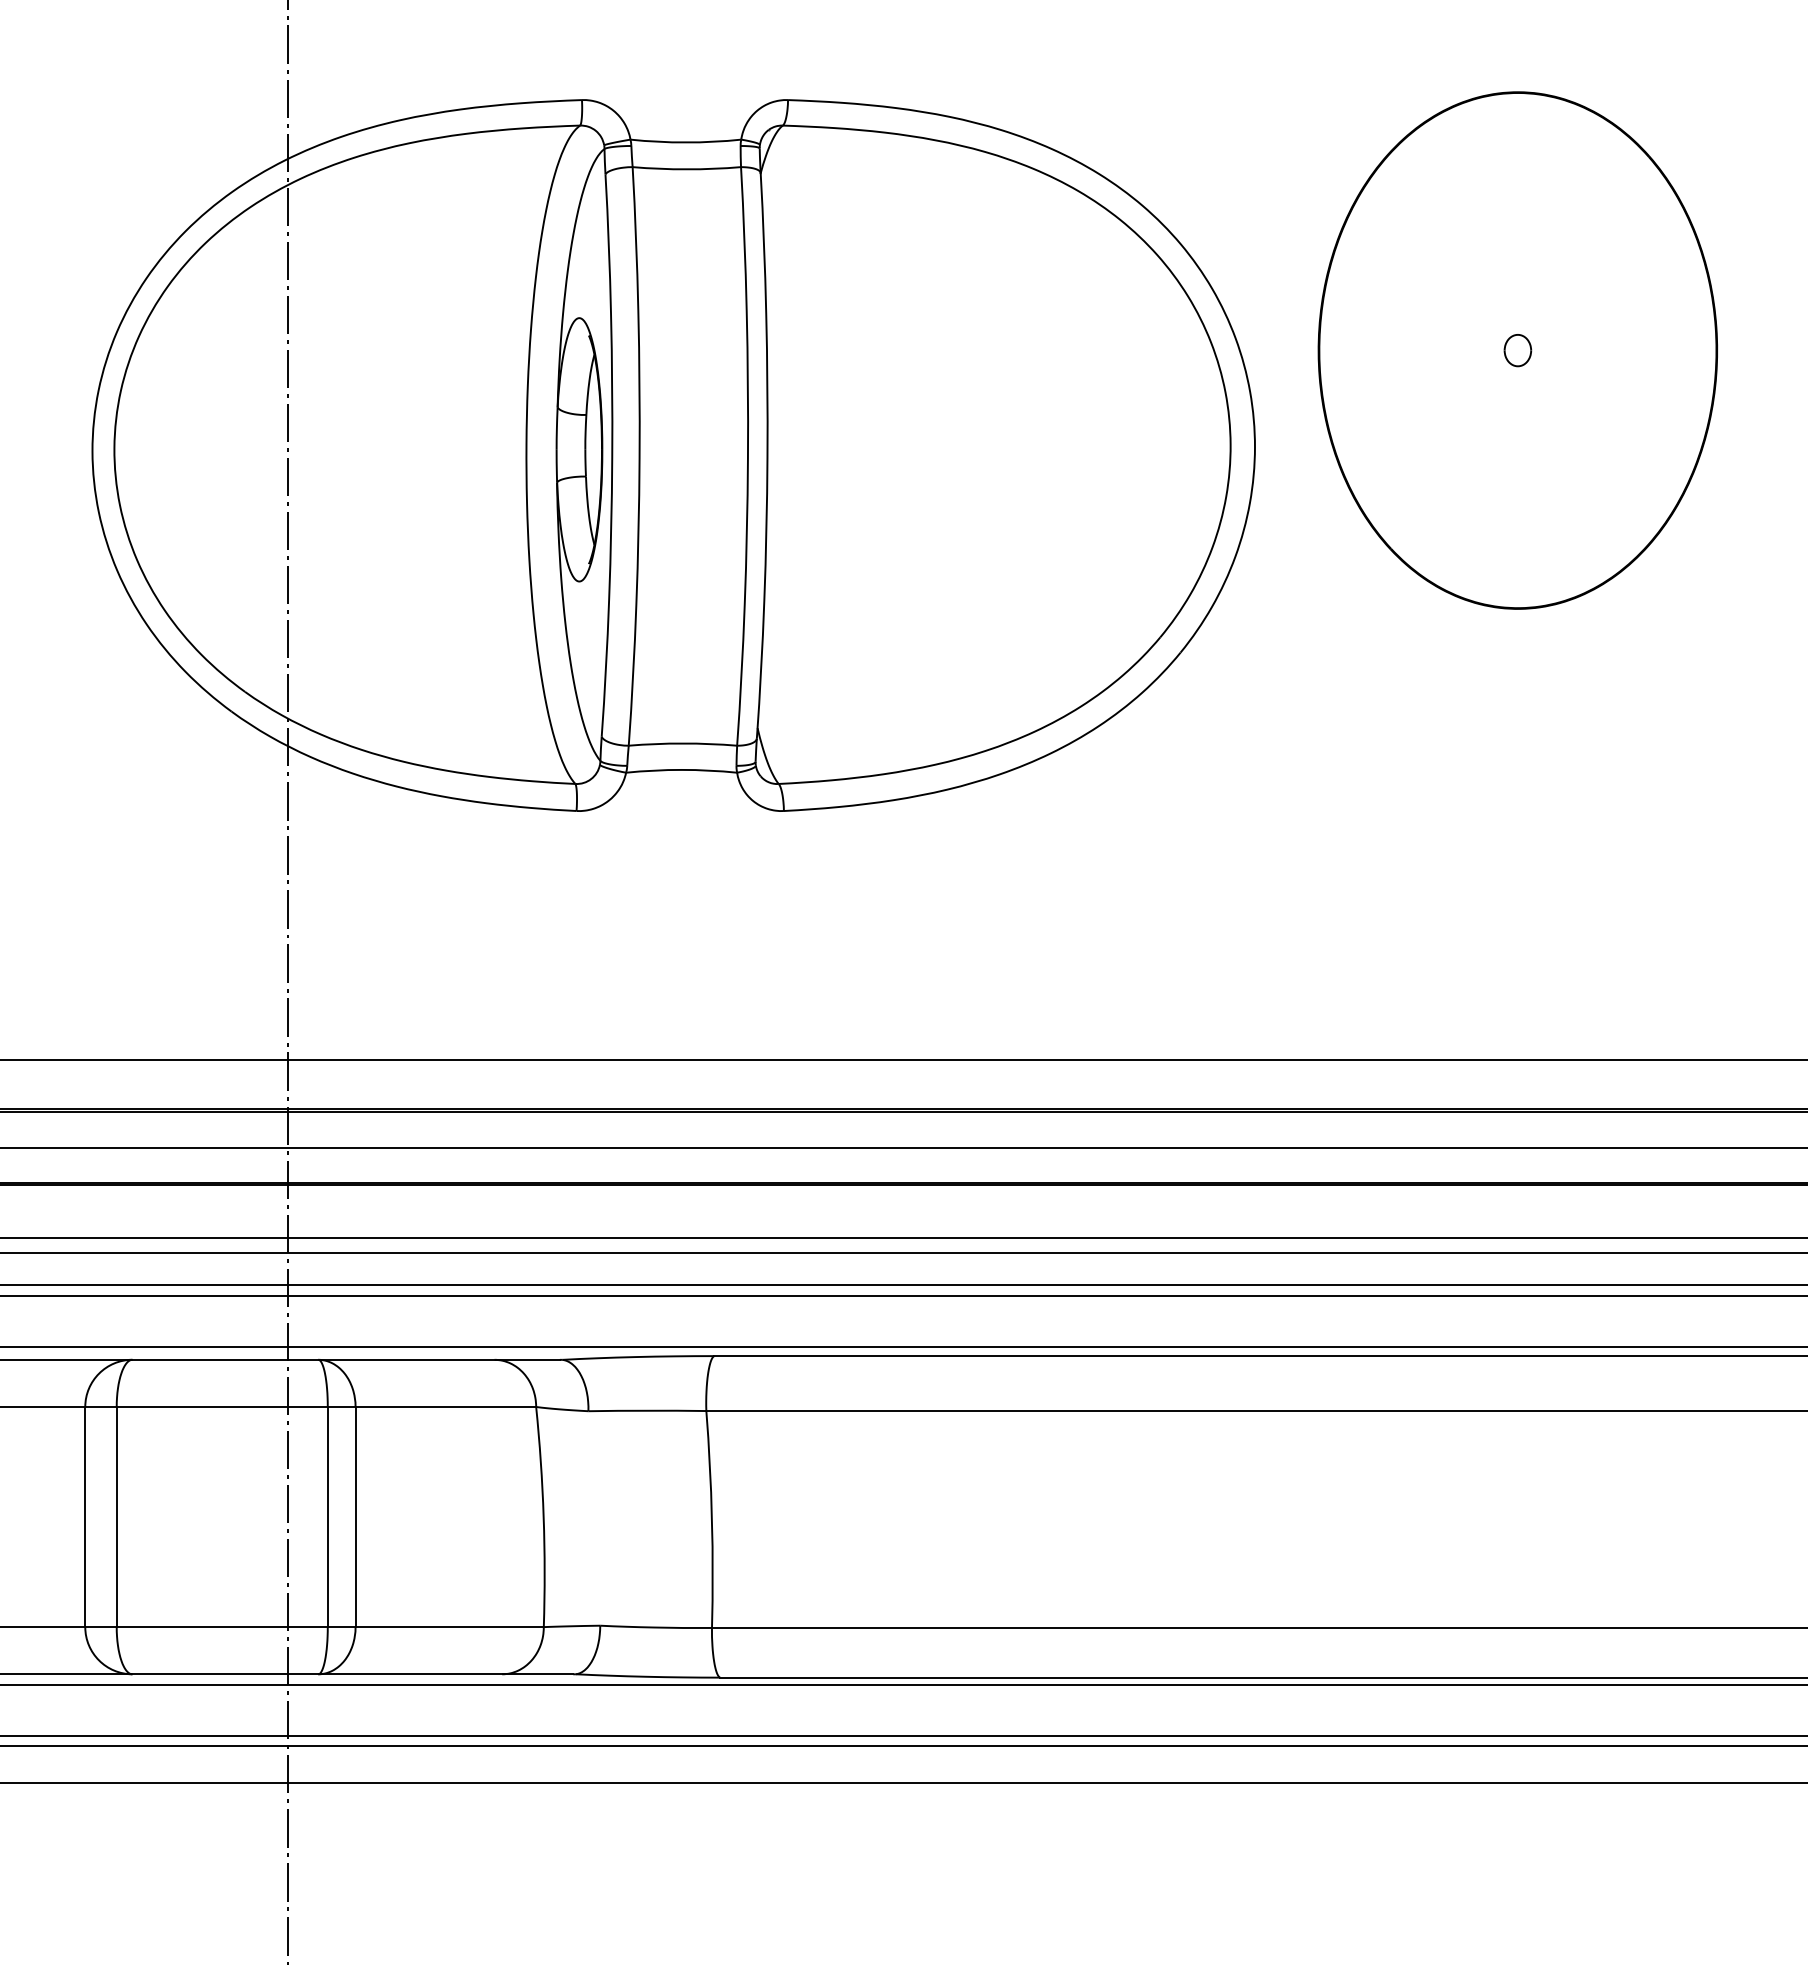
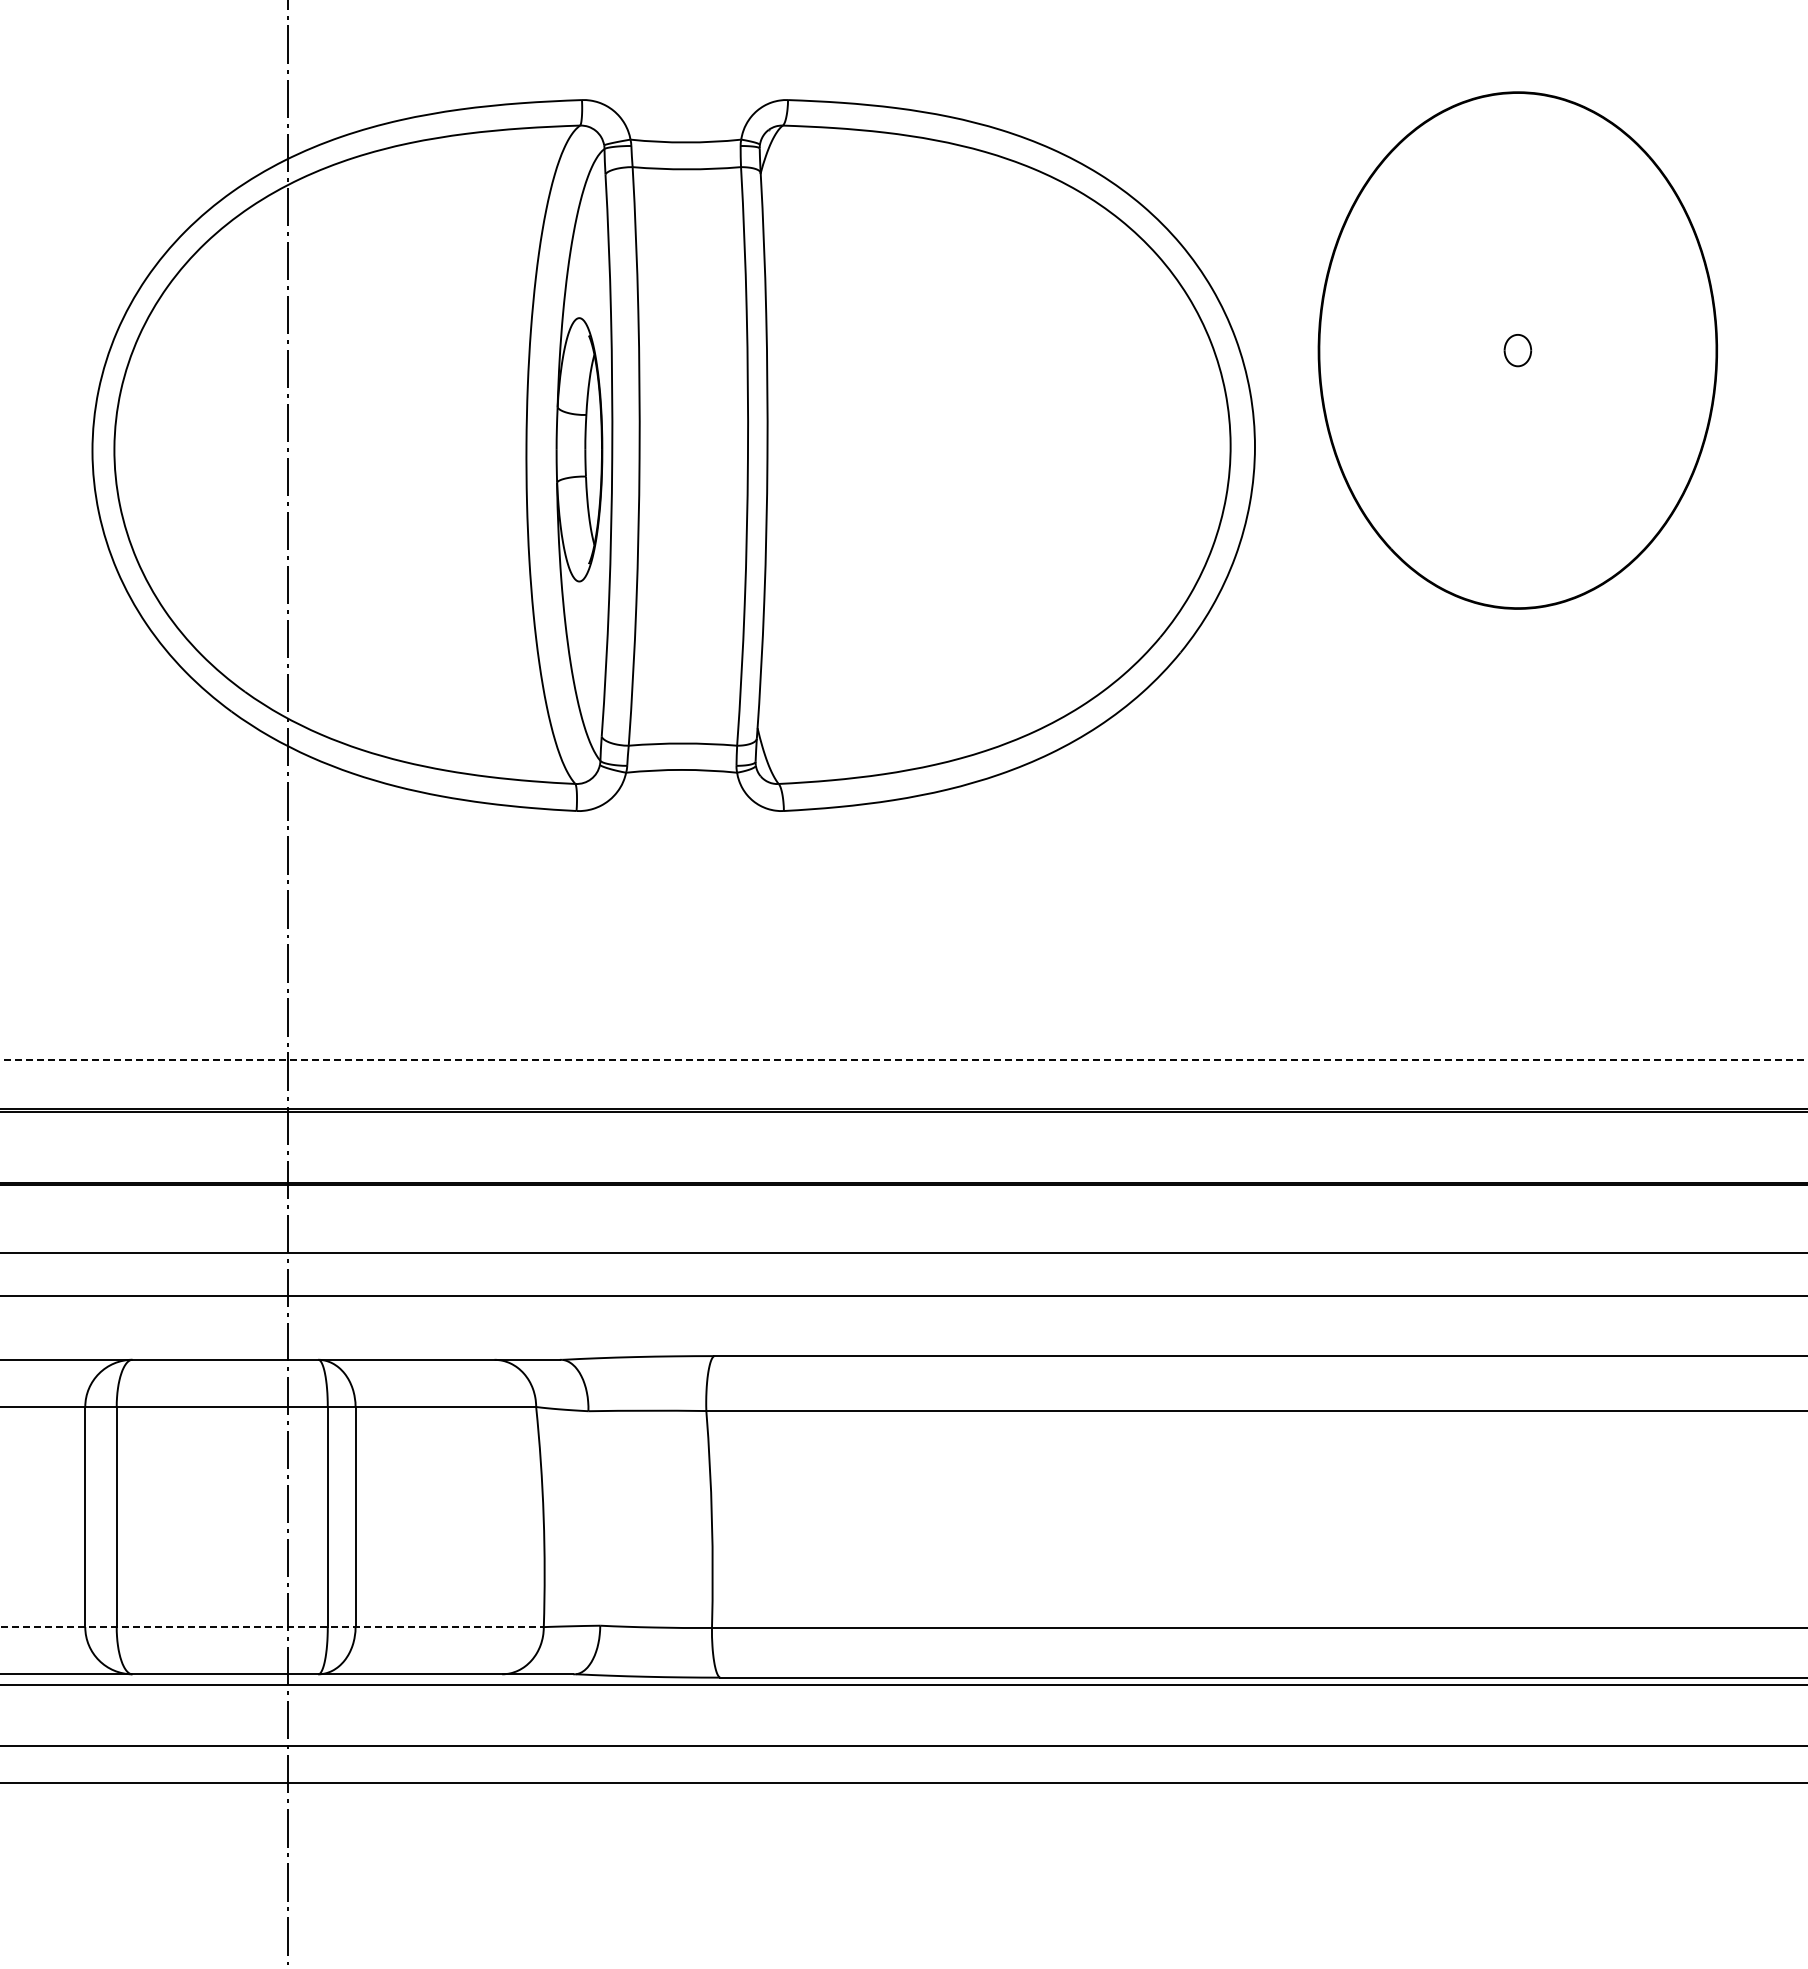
line at (903, 1059): solid -> dashed
line at (903, 1147): present -> none
line at (903, 1238): present -> none
line at (903, 1284): present -> none
line at (903, 1347): present -> none
line at (272, 1627): solid -> dashed
line at (903, 1736): present -> none
